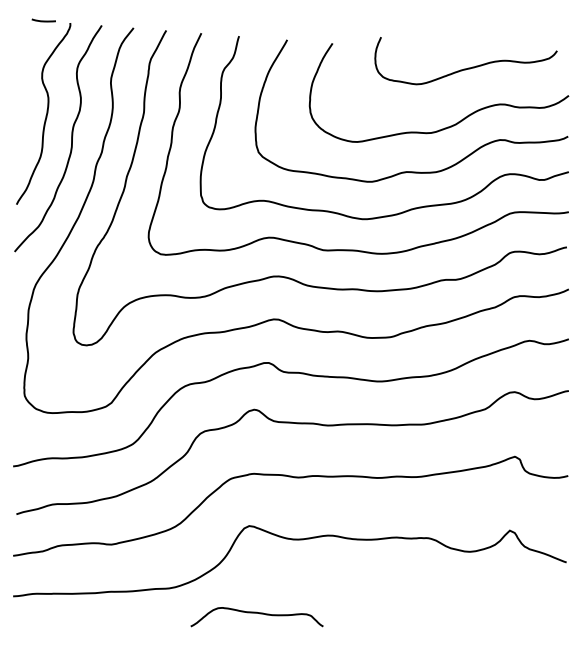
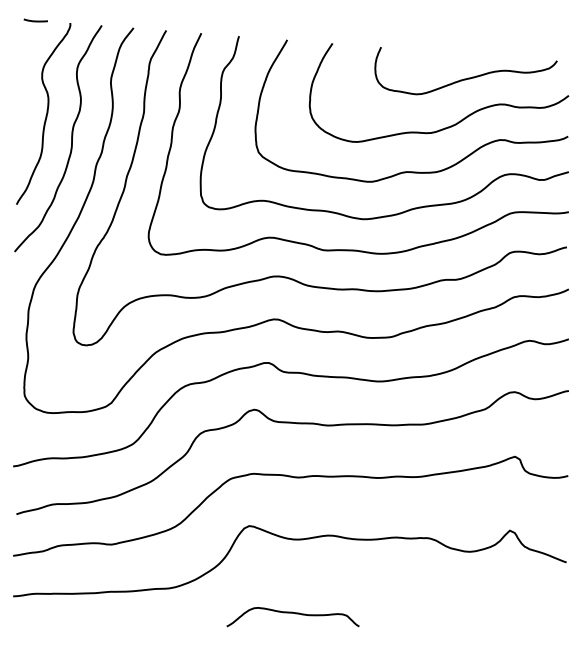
line at (43, 20) position: (43, 20) -> (35, 20)
curve at (468, 67) position: (468, 67) -> (468, 77)
curve at (256, 613) position: (256, 613) -> (292, 613)
